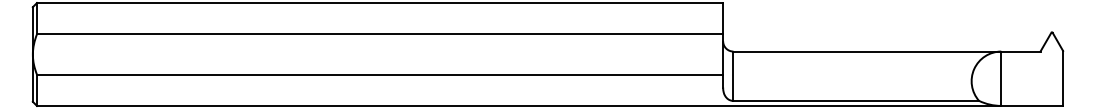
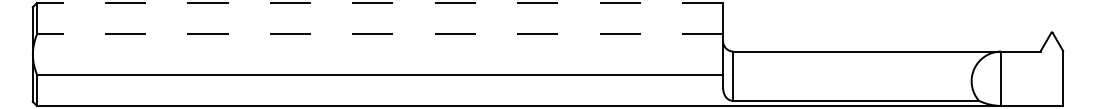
line at (379, 3): solid -> dashed
line at (379, 34): solid -> dashed
